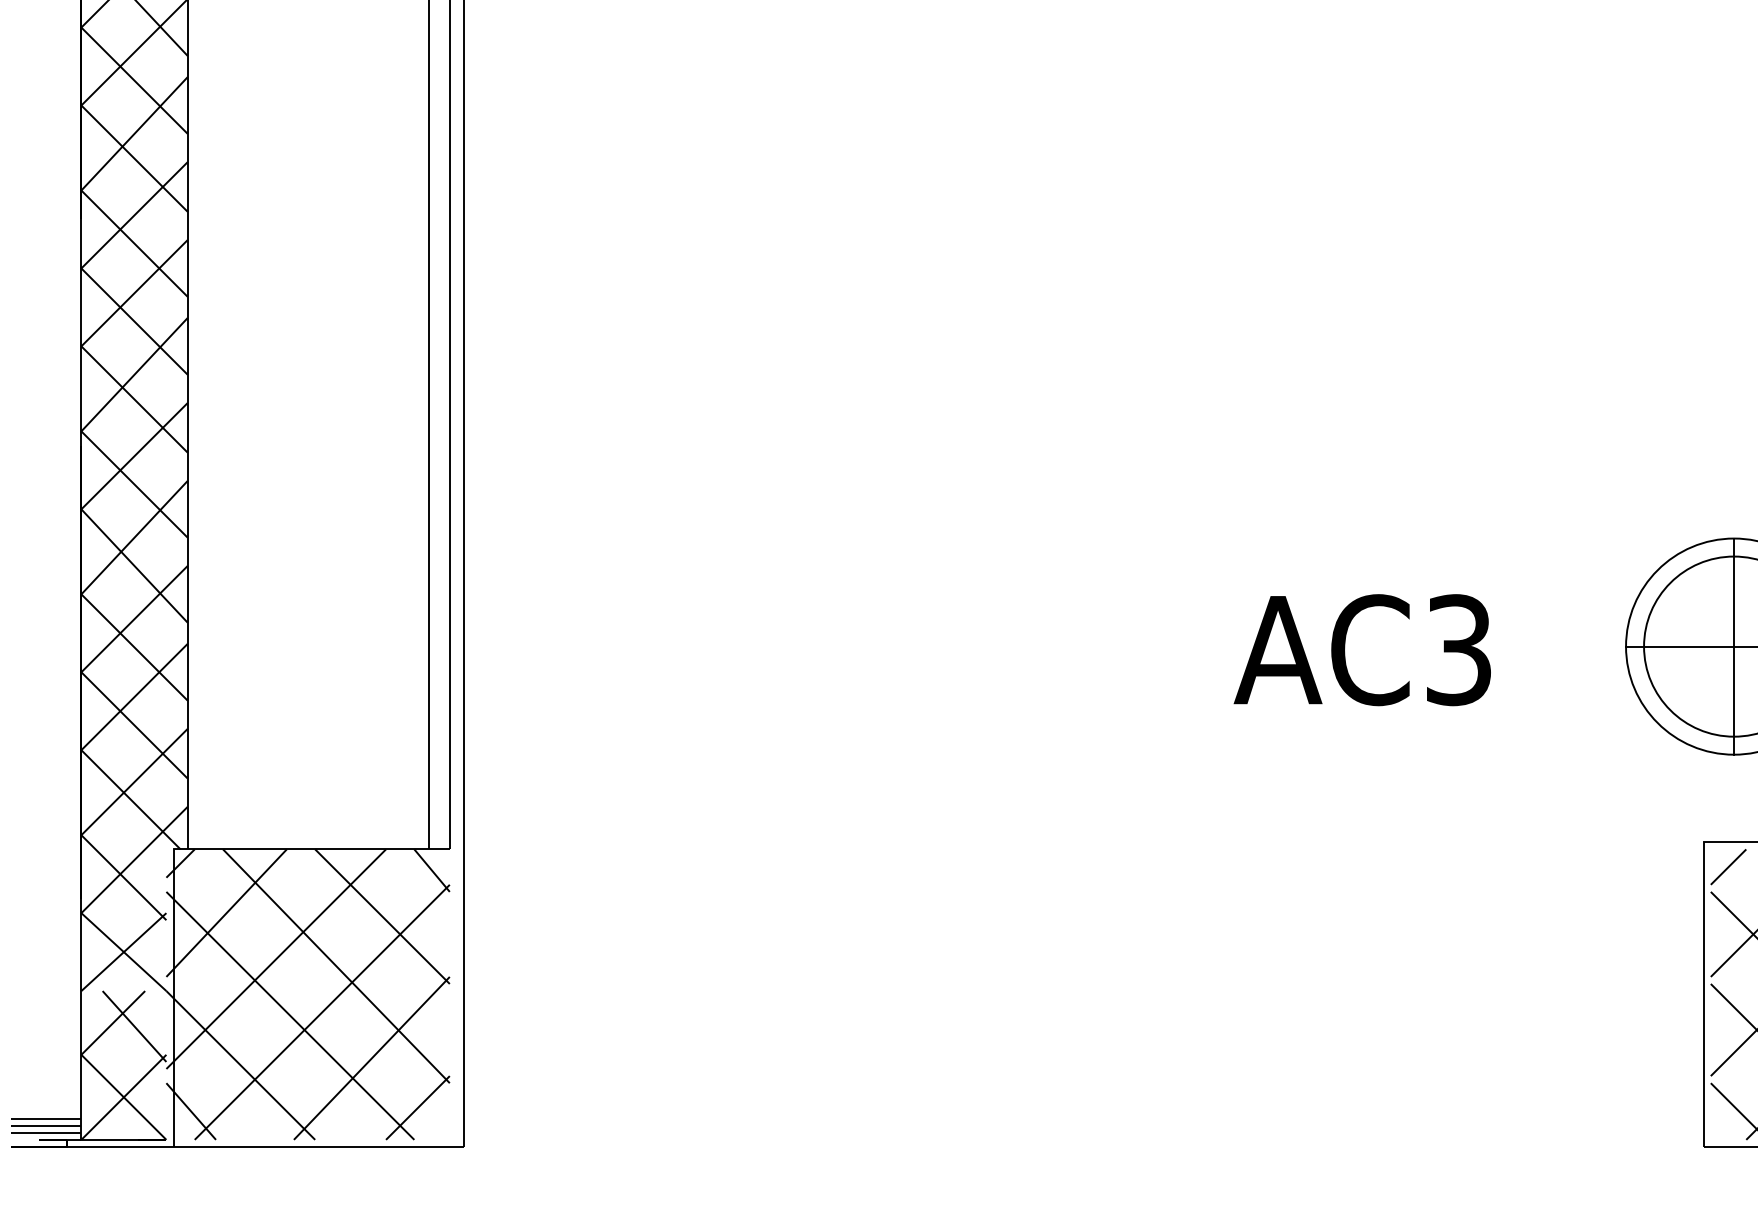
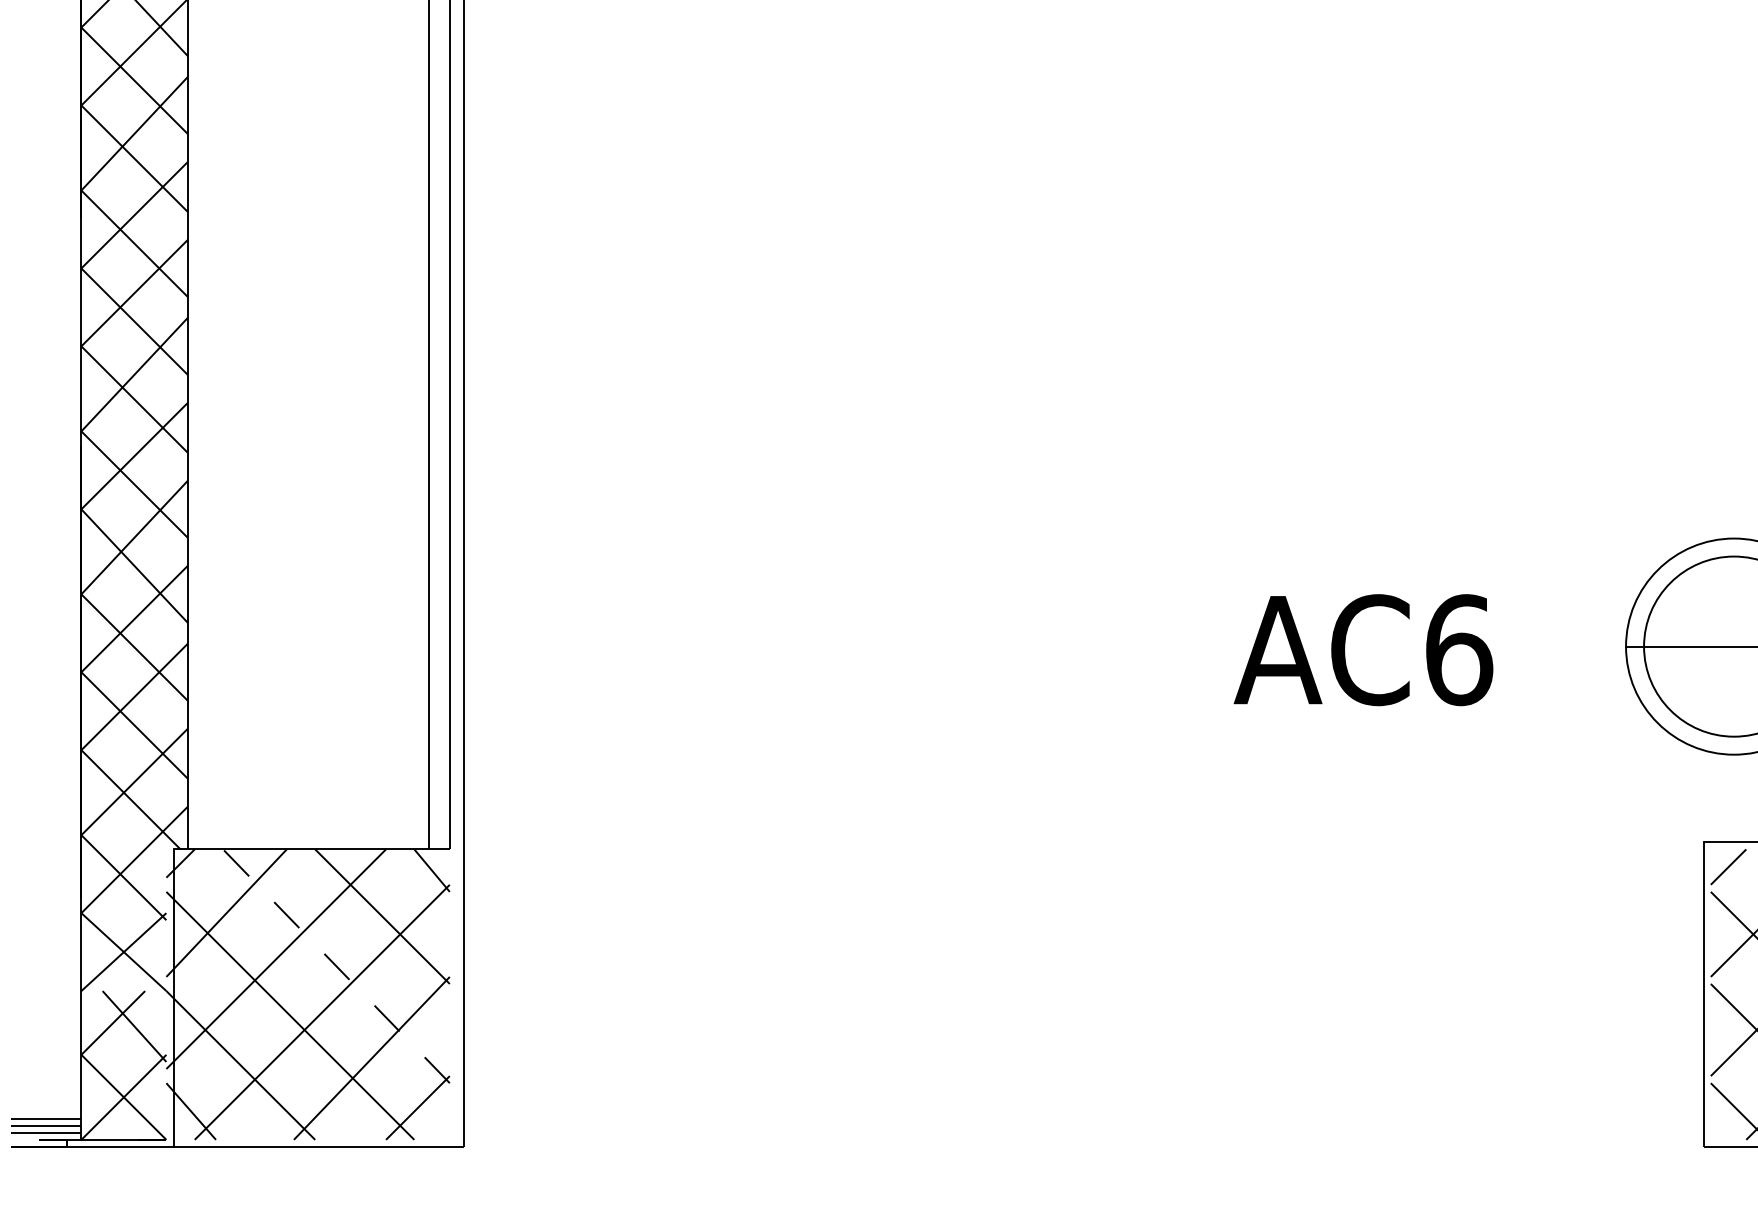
line at (1734, 646): present -> none
text at (1459, 650): AC3 -> AC6
line at (336, 966): solid -> dashed
